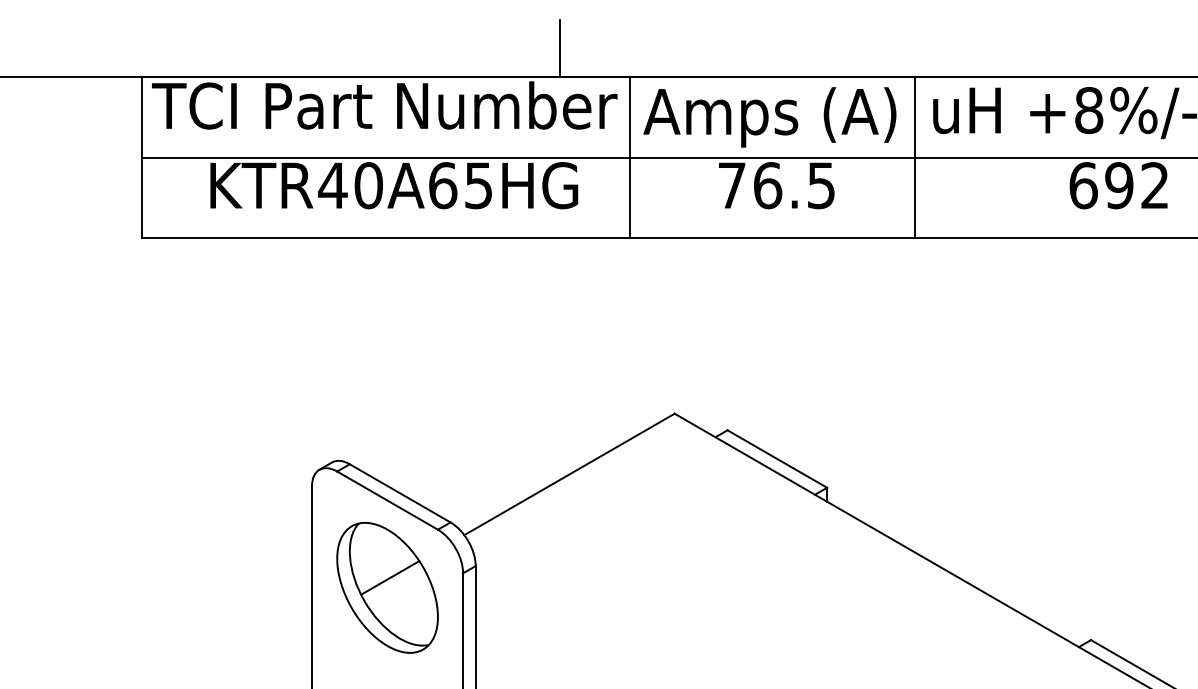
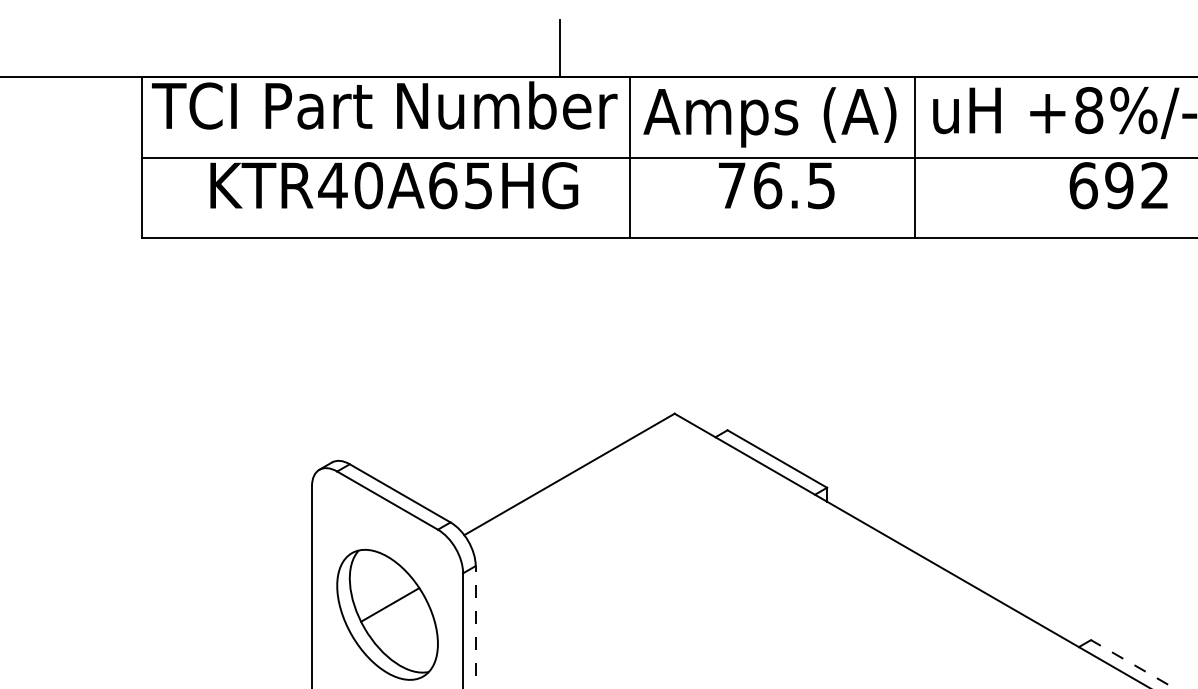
part at (387, 587) position: (387, 587) -> (387, 614)
line at (475, 627): solid -> dashed
line at (1132, 664): solid -> dashed
